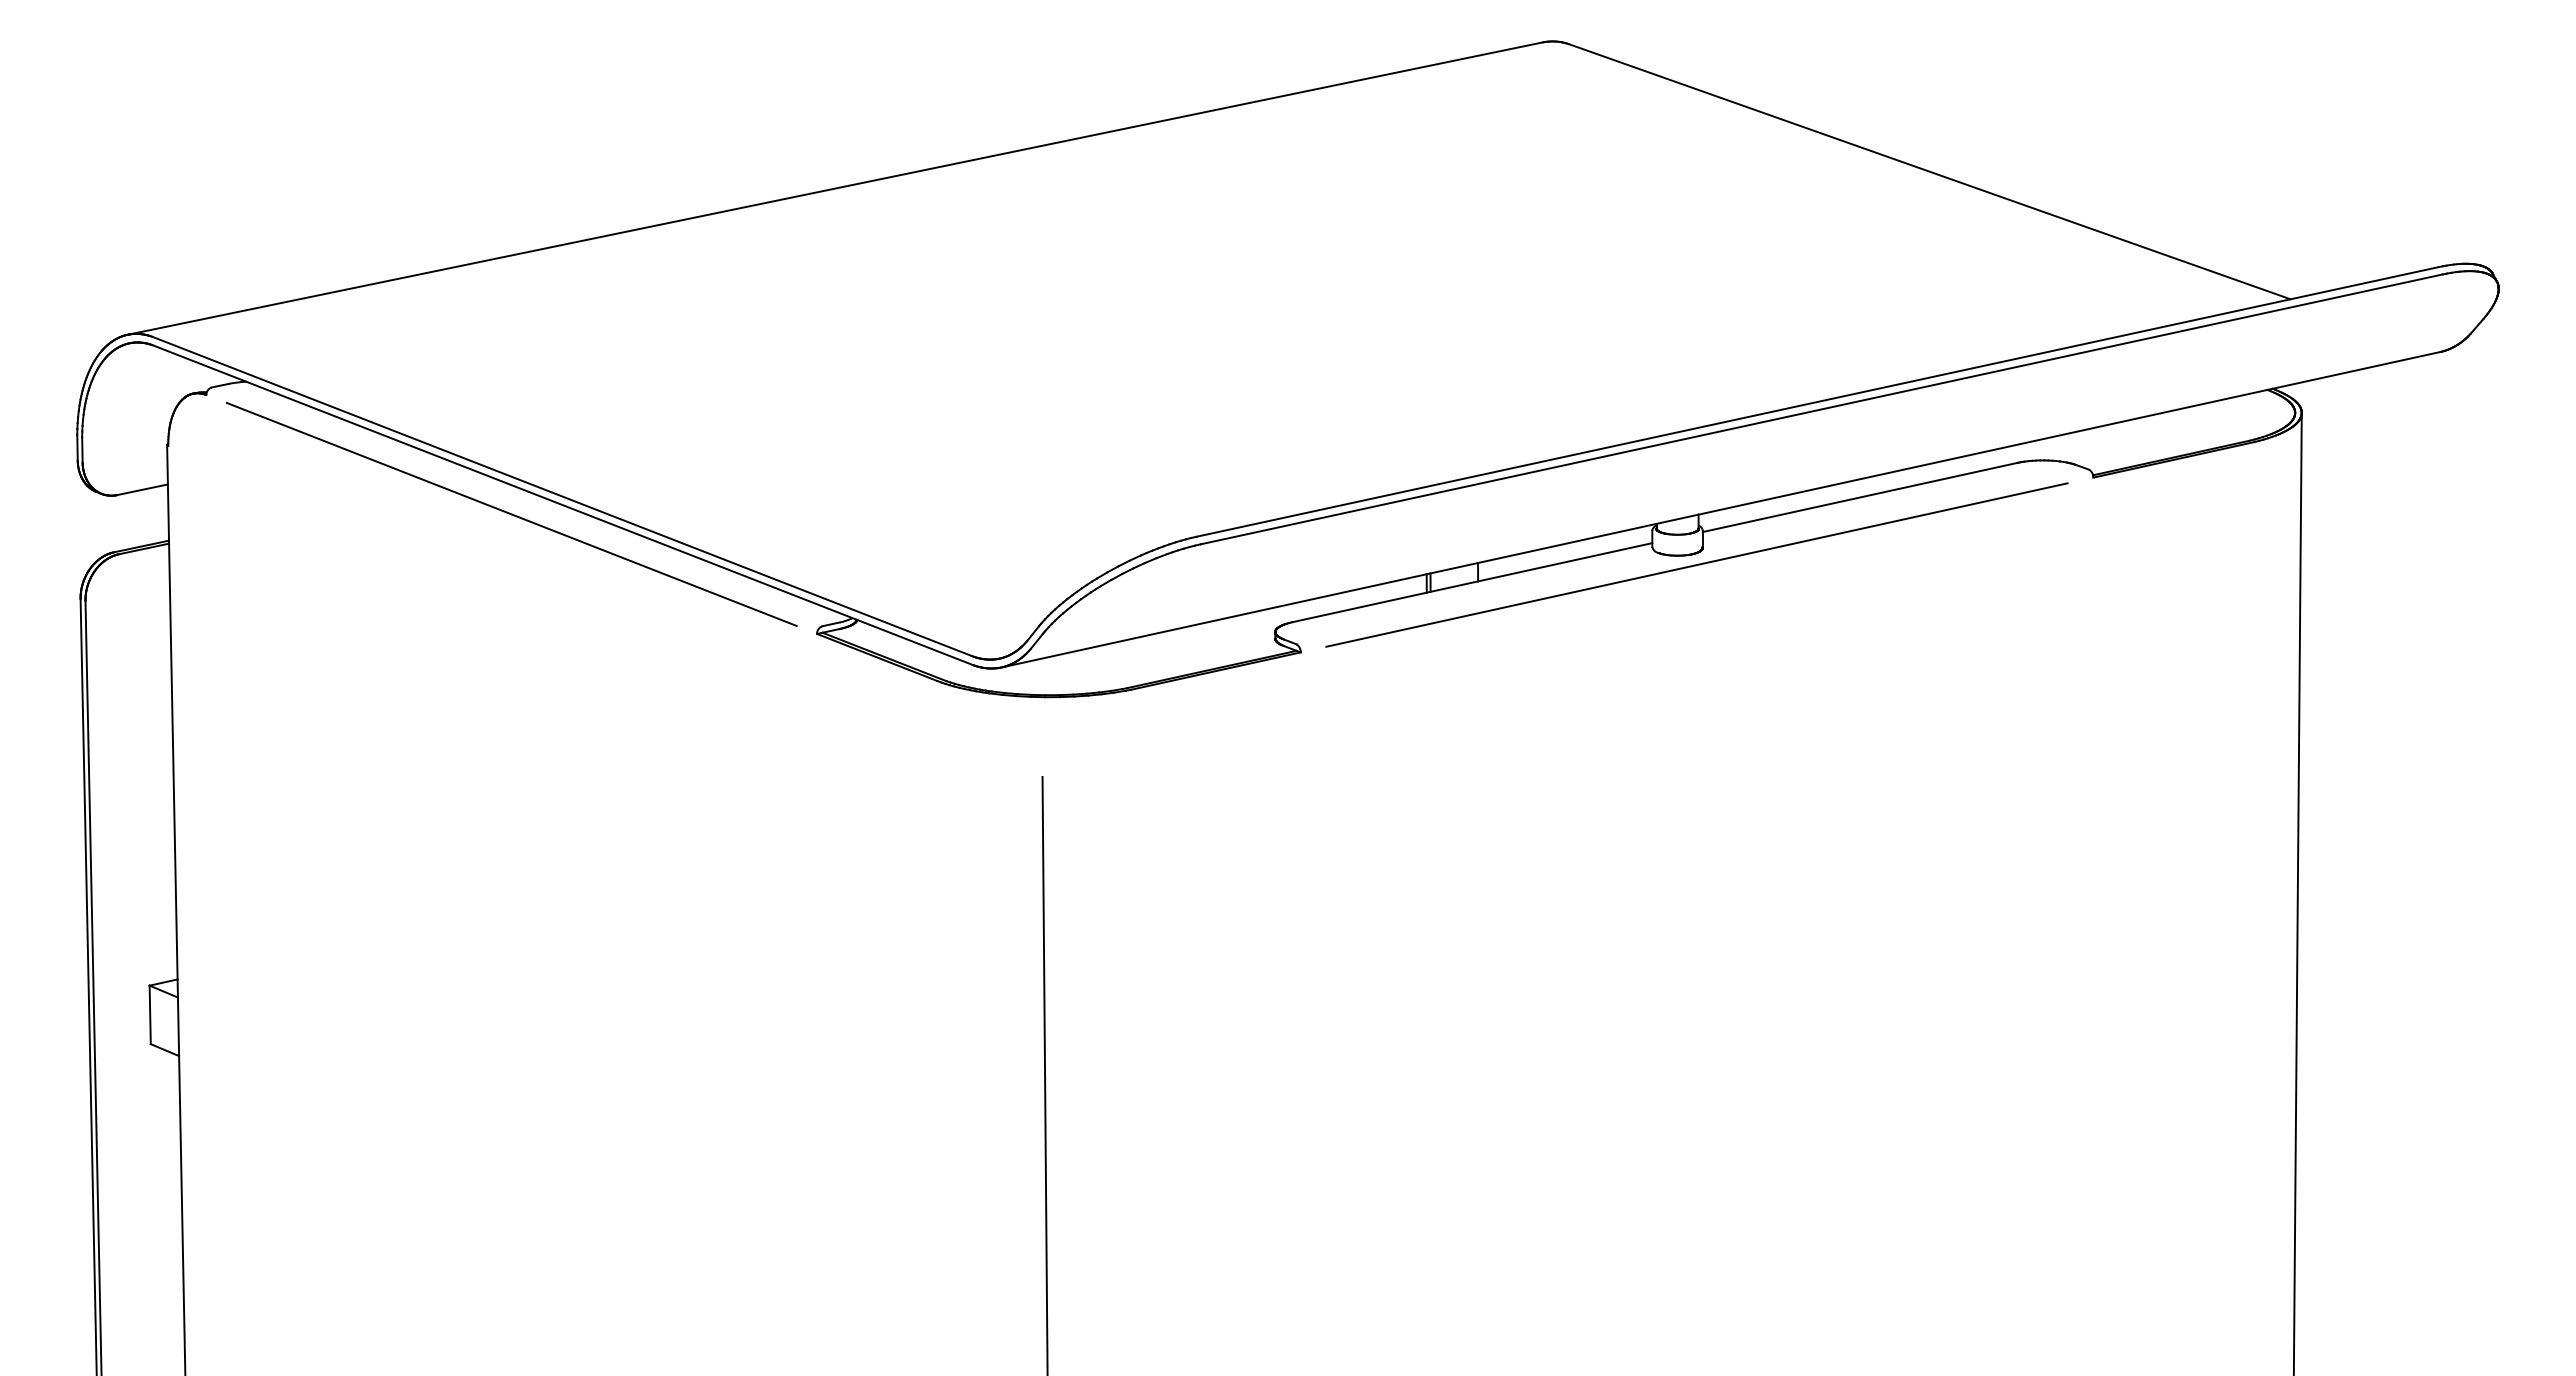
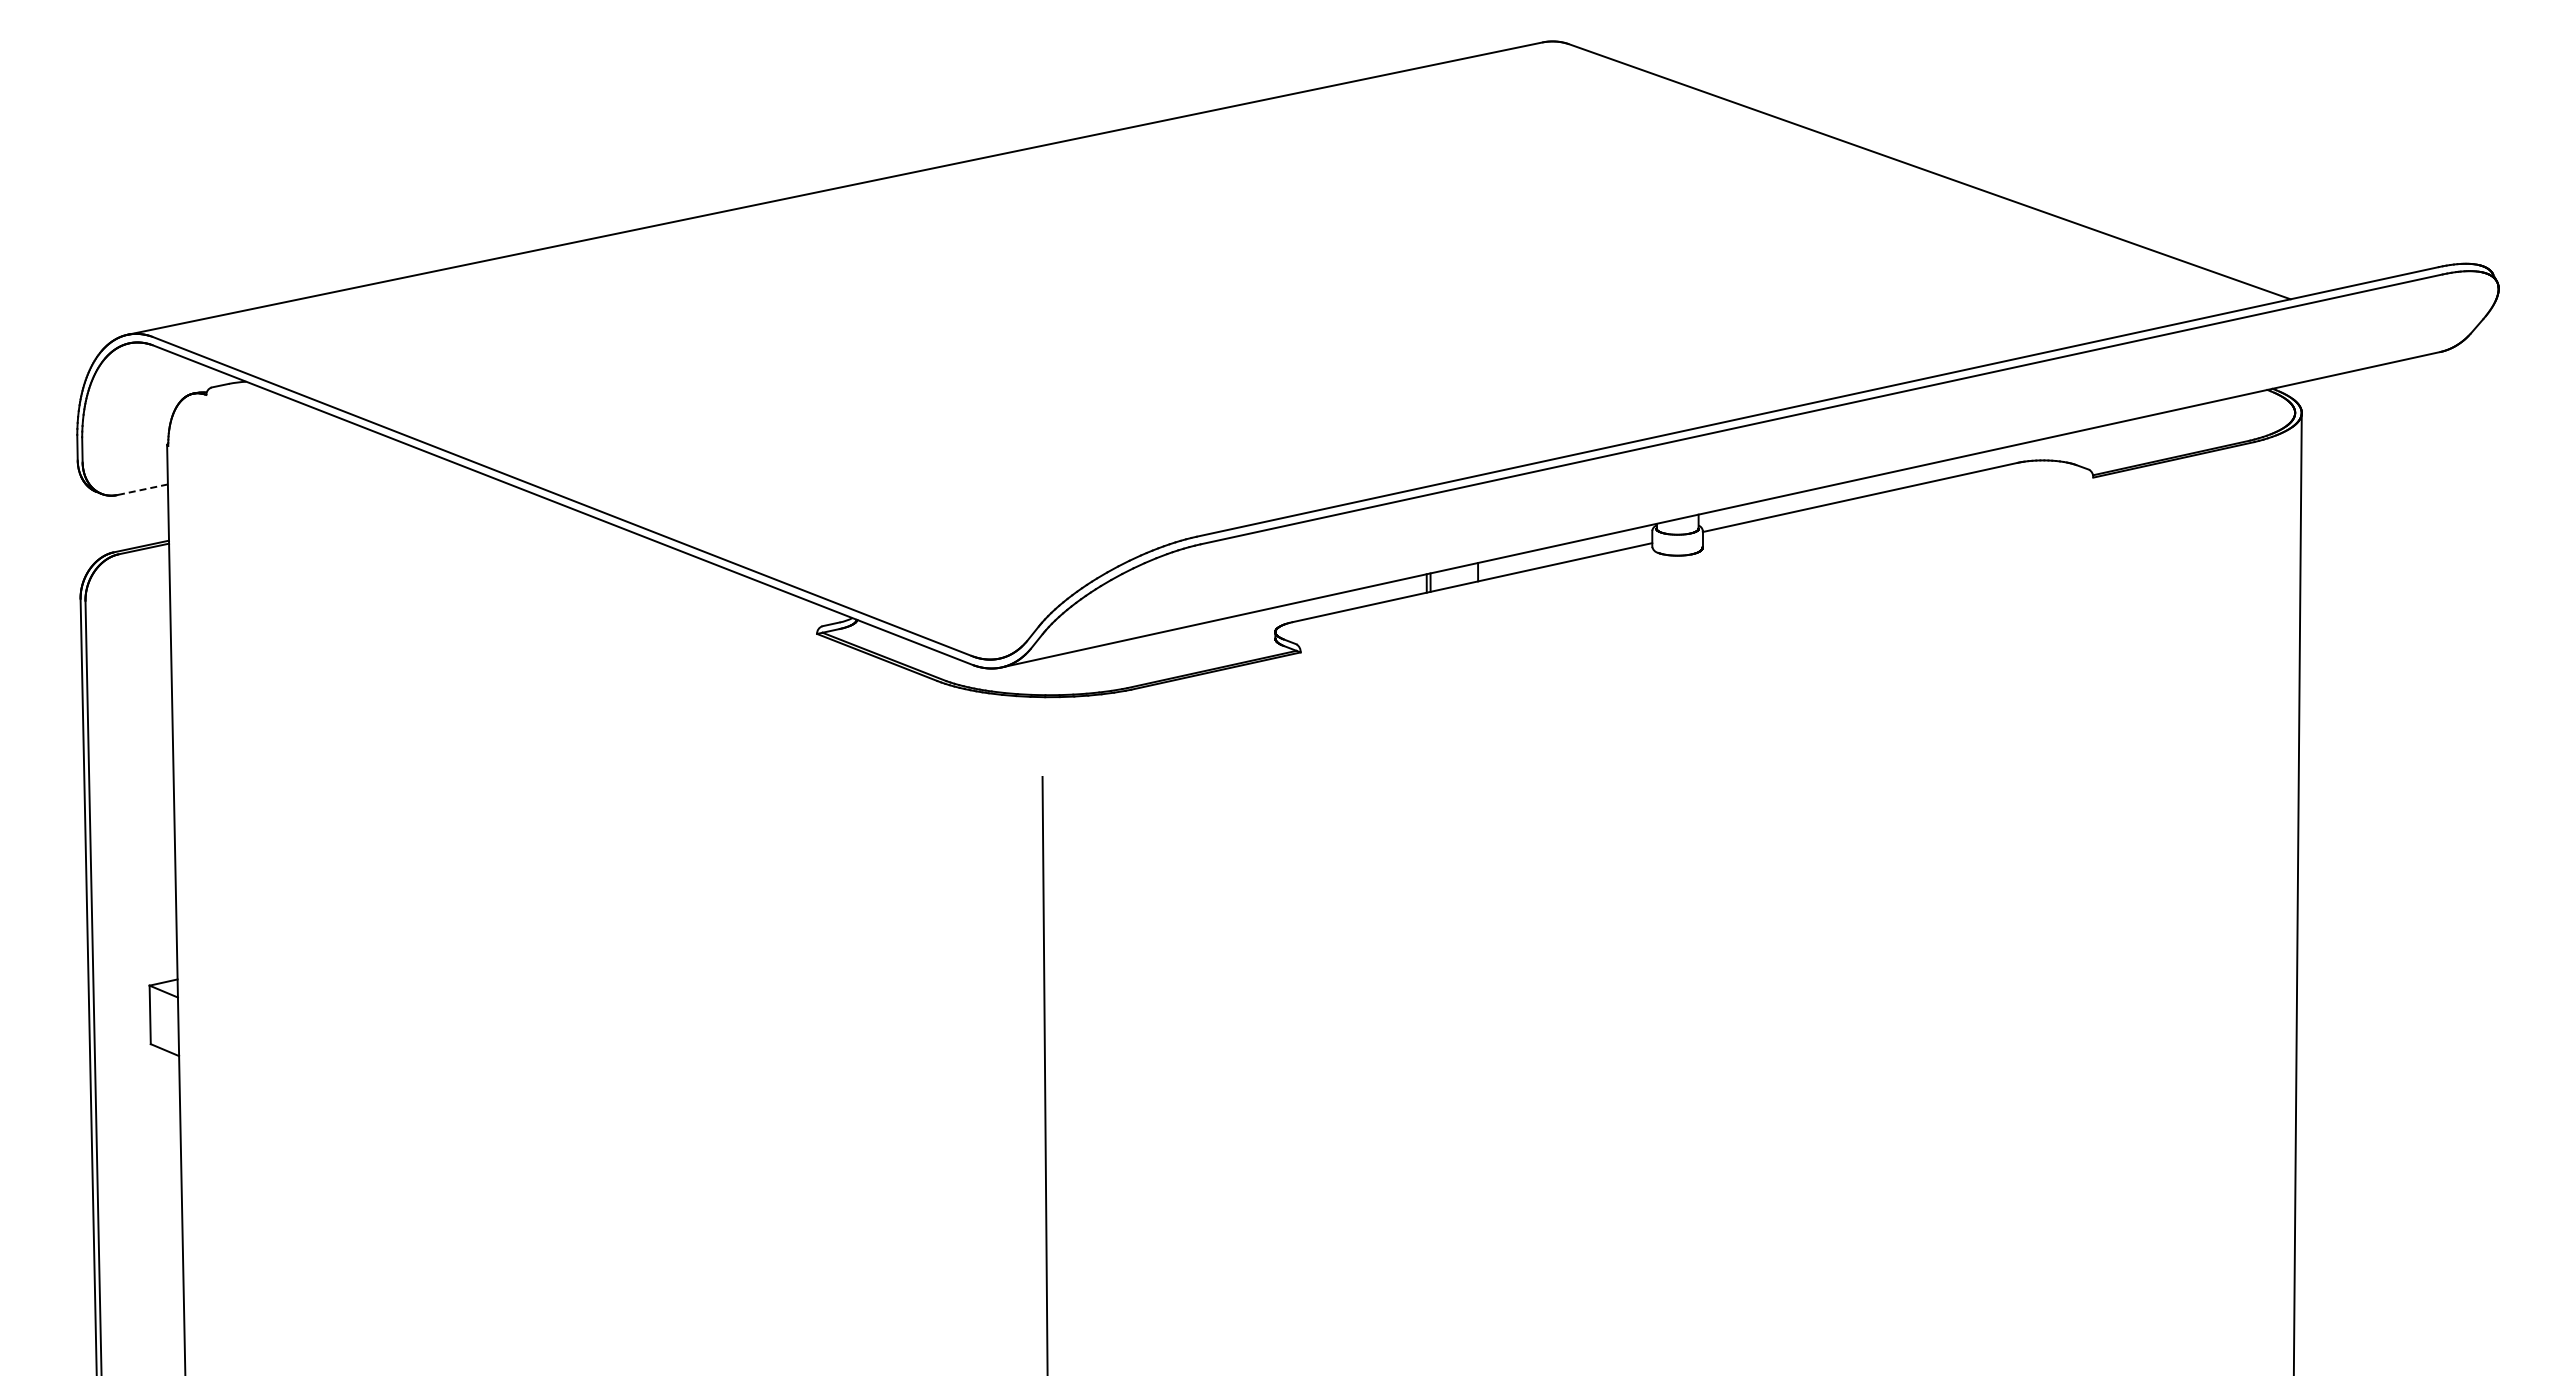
line at (142, 489): solid -> dashed
line at (511, 513): present -> none
line at (1696, 564): present -> none
